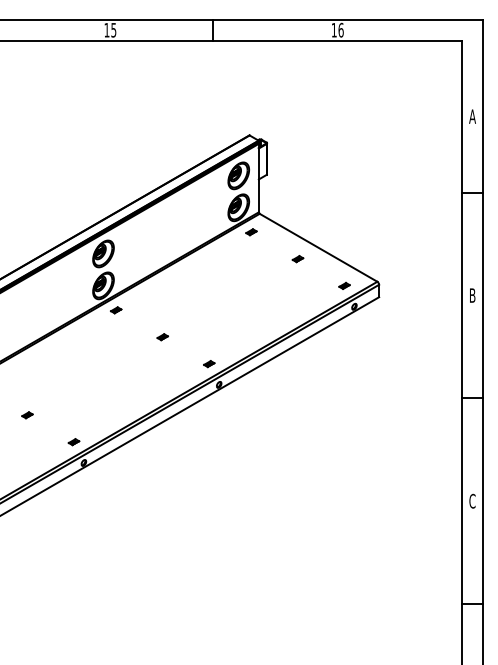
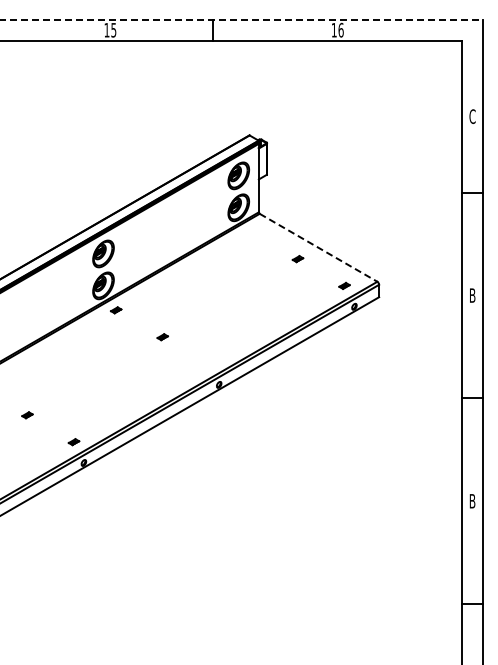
line at (241, 19): solid -> dashed
text at (472, 116): A -> C
part at (251, 232): present -> none
line at (318, 247): solid -> dashed
part at (209, 364): present -> none
text at (472, 500): C -> B
